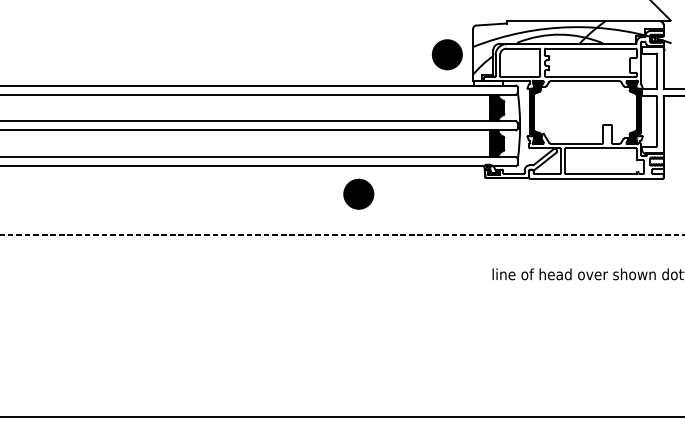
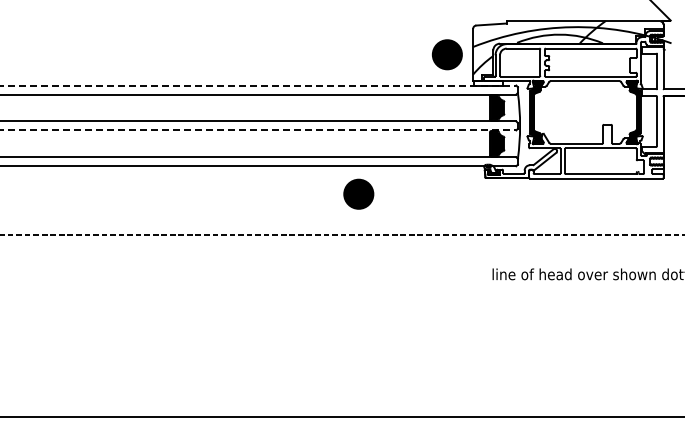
line at (258, 85): solid -> dashed
line at (258, 130): solid -> dashed
